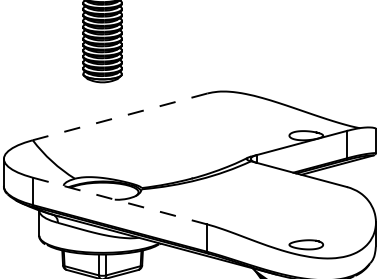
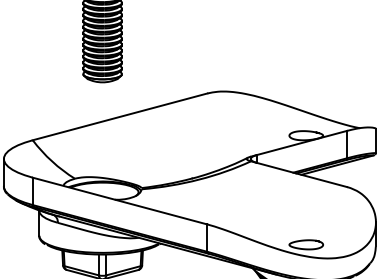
line at (119, 117): dashed -> solid
line at (120, 201): dashed -> solid
